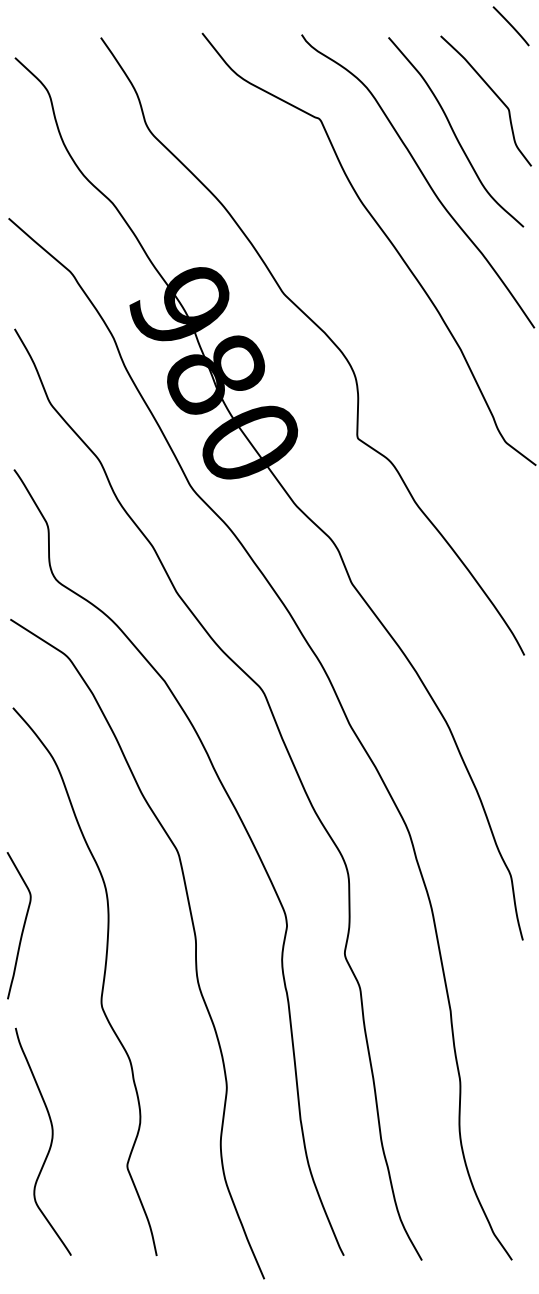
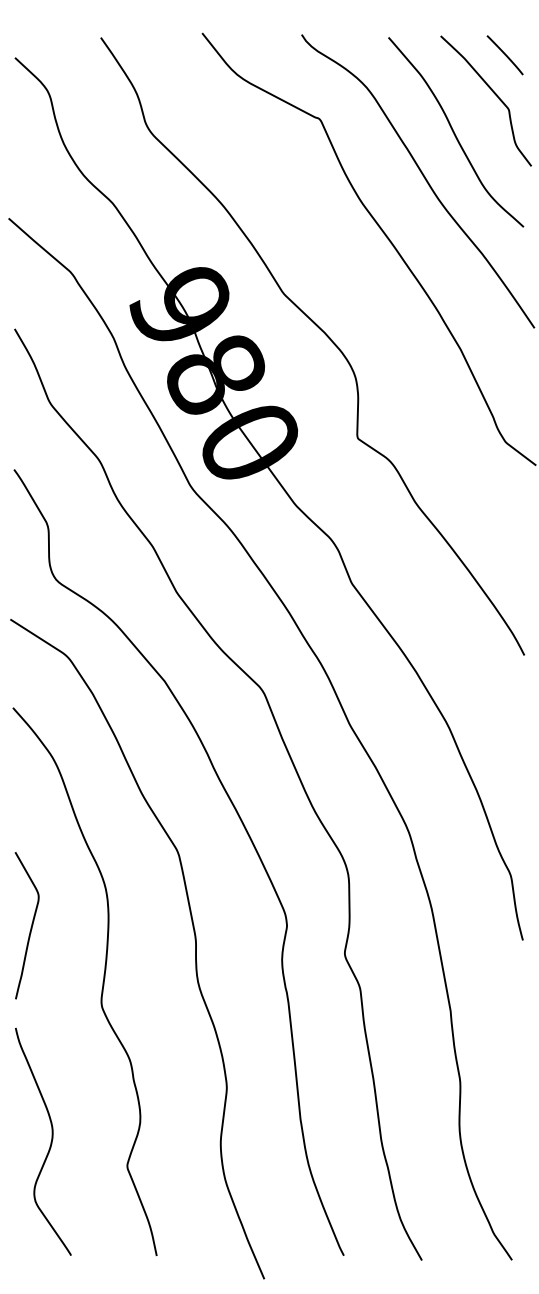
line at (510, 26) position: (510, 26) -> (504, 55)
curve at (22, 927) position: (22, 927) -> (30, 927)
